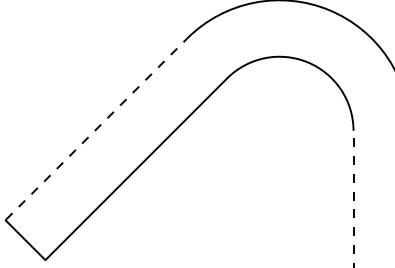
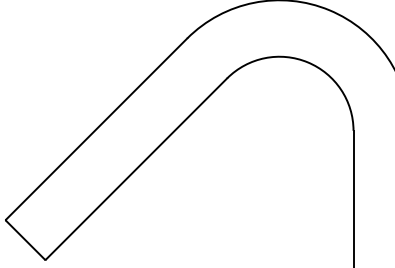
line at (97, 128): dashed -> solid
line at (353, 198): dashed -> solid
